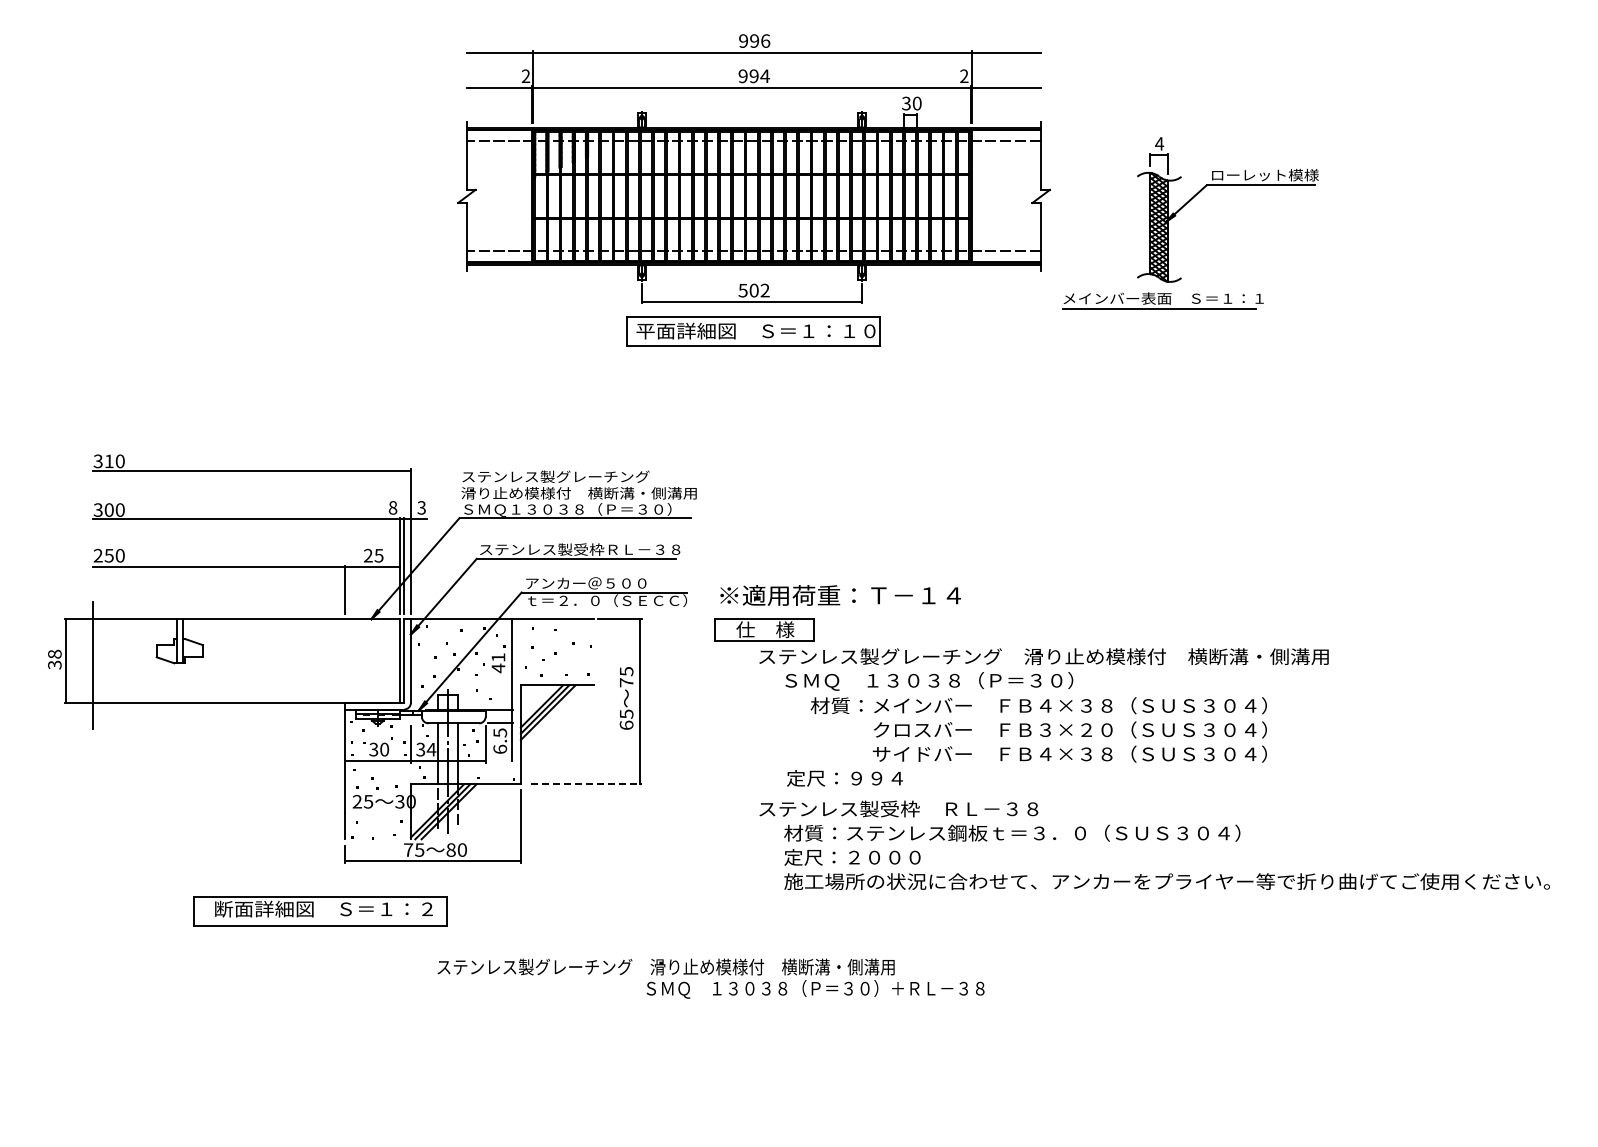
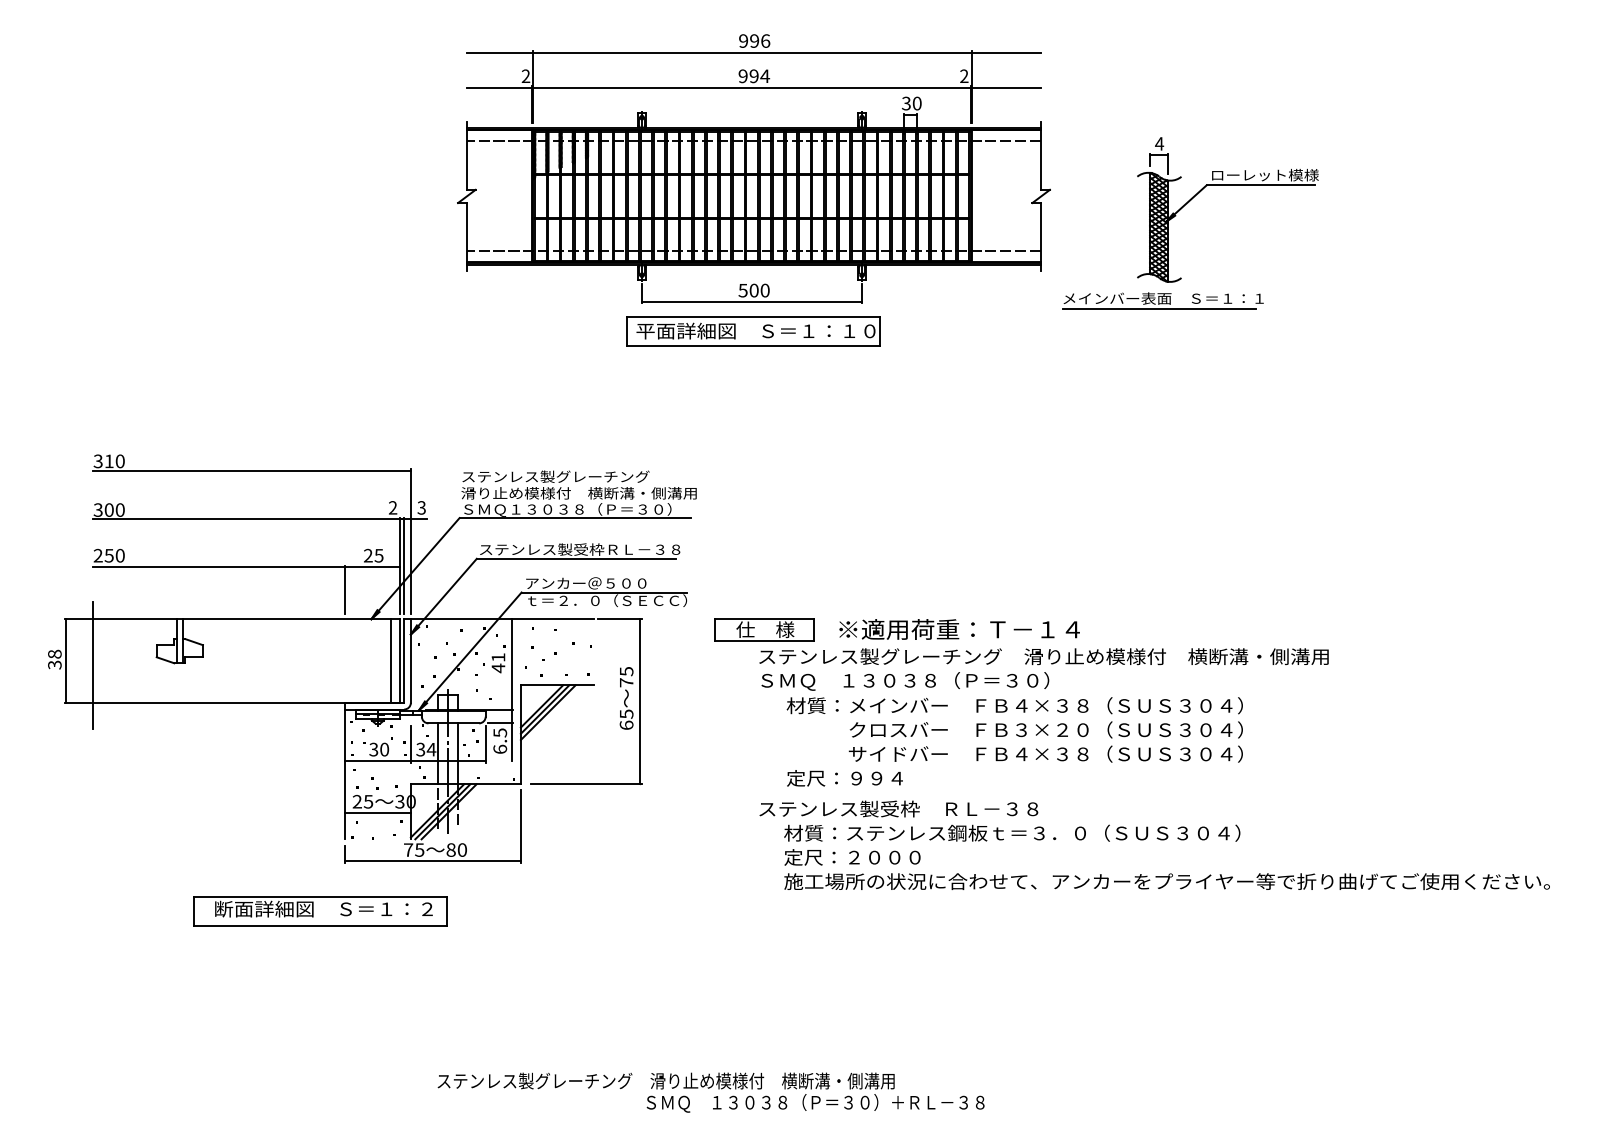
text at (764, 290): 502 -> 500
text at (393, 507): 8 -> 2
text at (840, 595) position: (840, 595) -> (959, 629)
line at (391, 660): none -> present
text at (1025, 717) position: (1025, 717) -> (1001, 717)
line at (586, 784): dashed -> solid
line at (377, 813): none -> present
text at (710, 978) position: (710, 978) -> (710, 1092)
